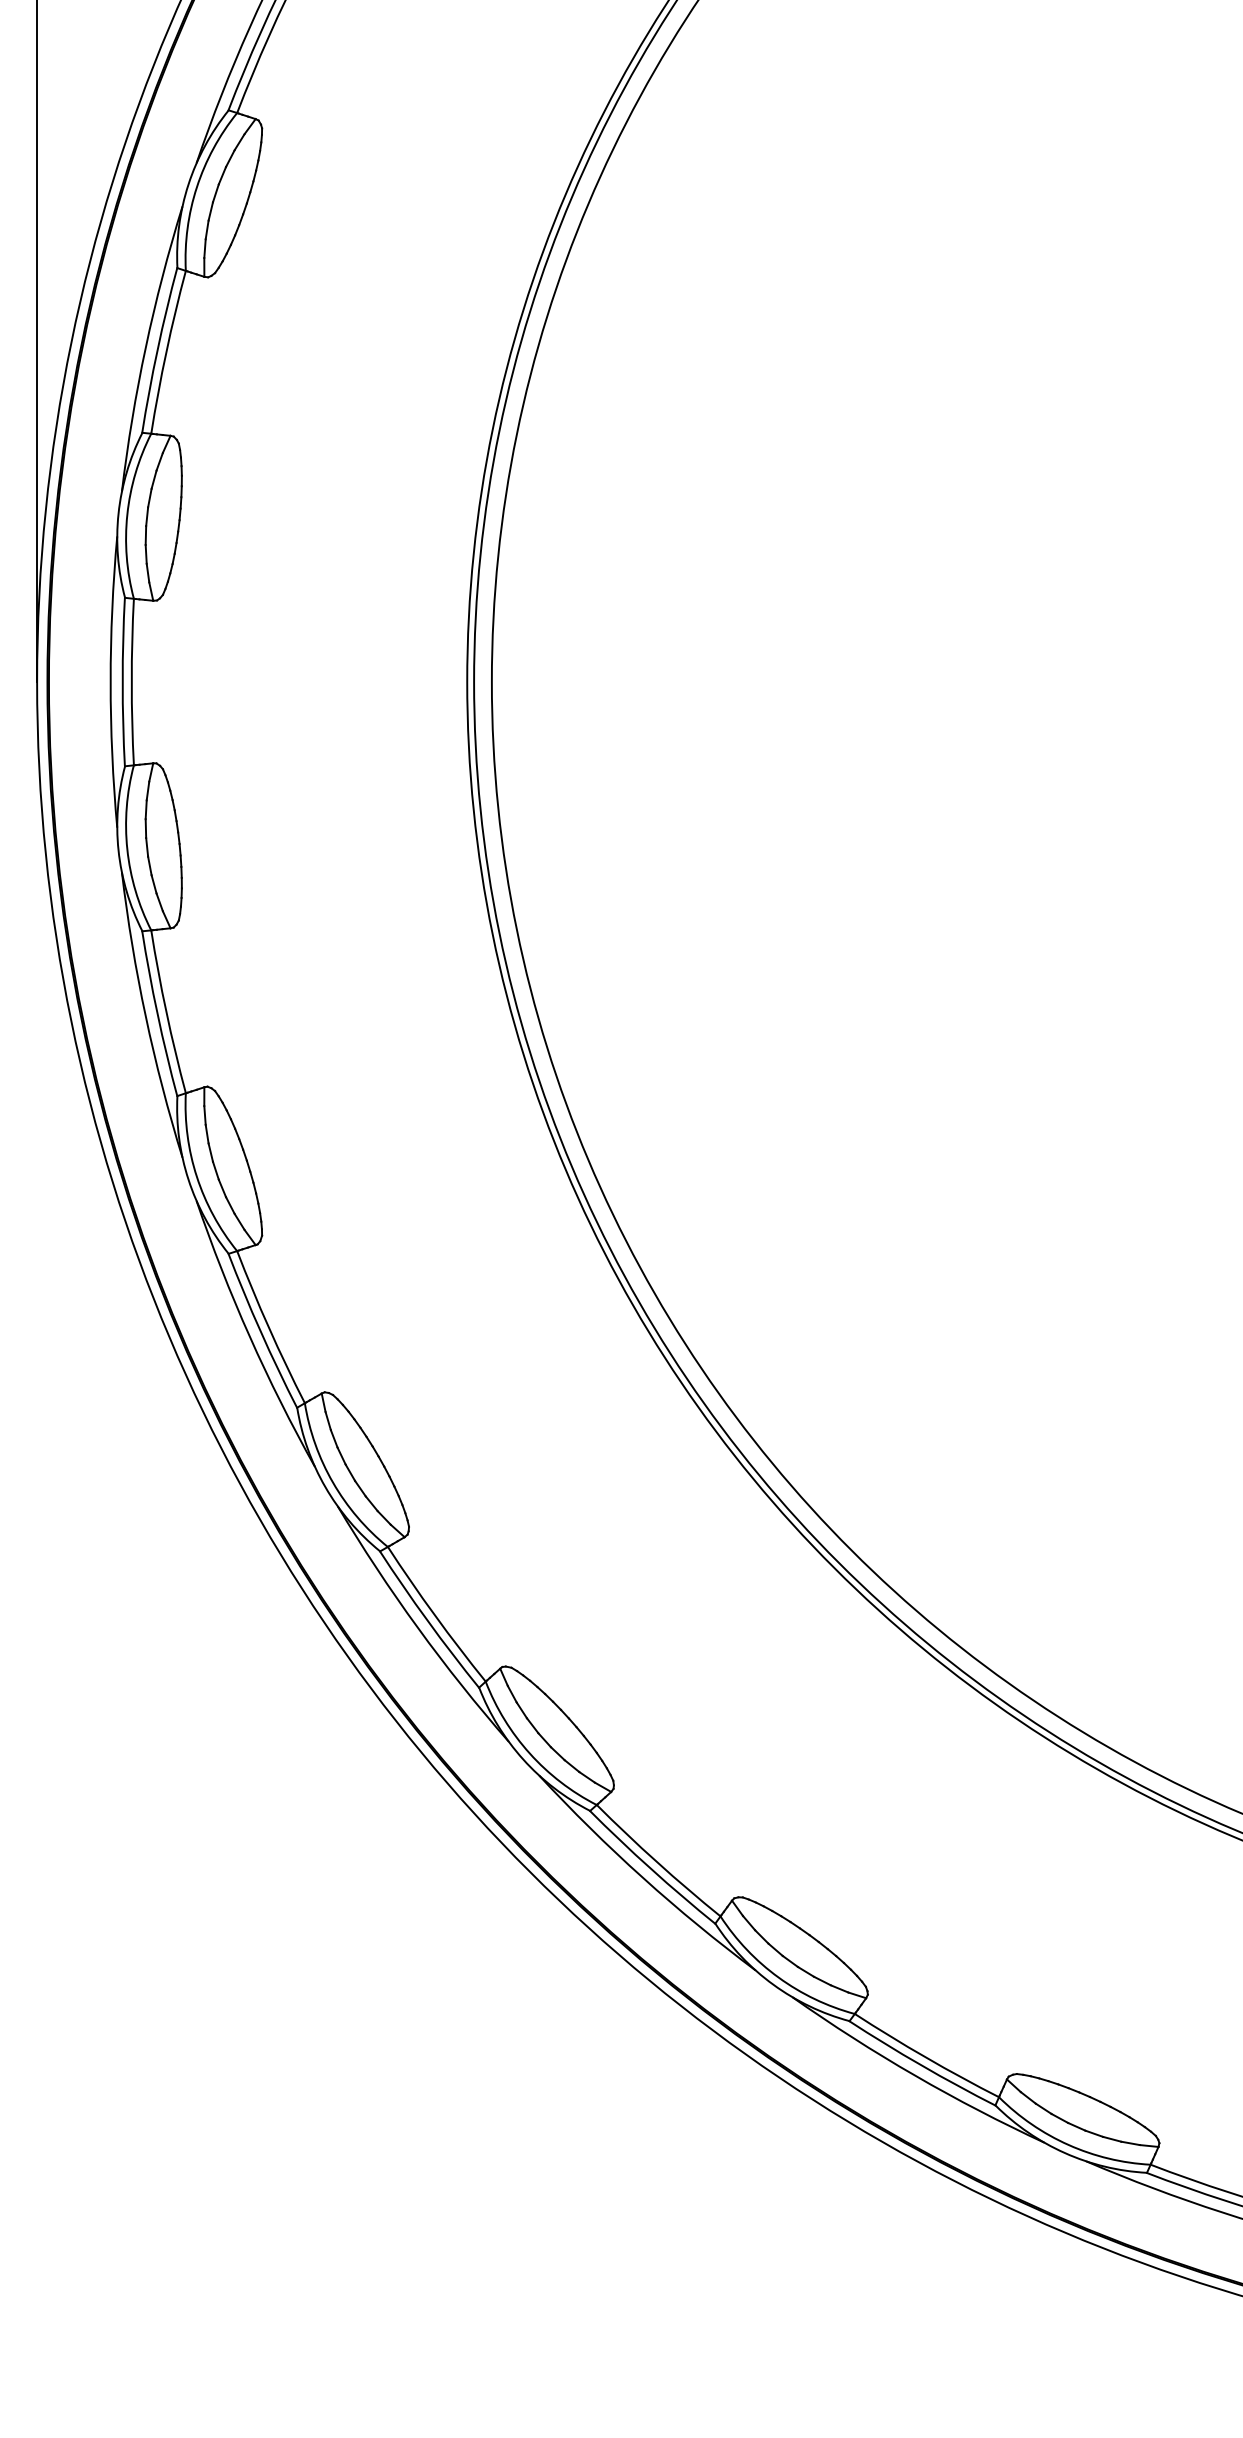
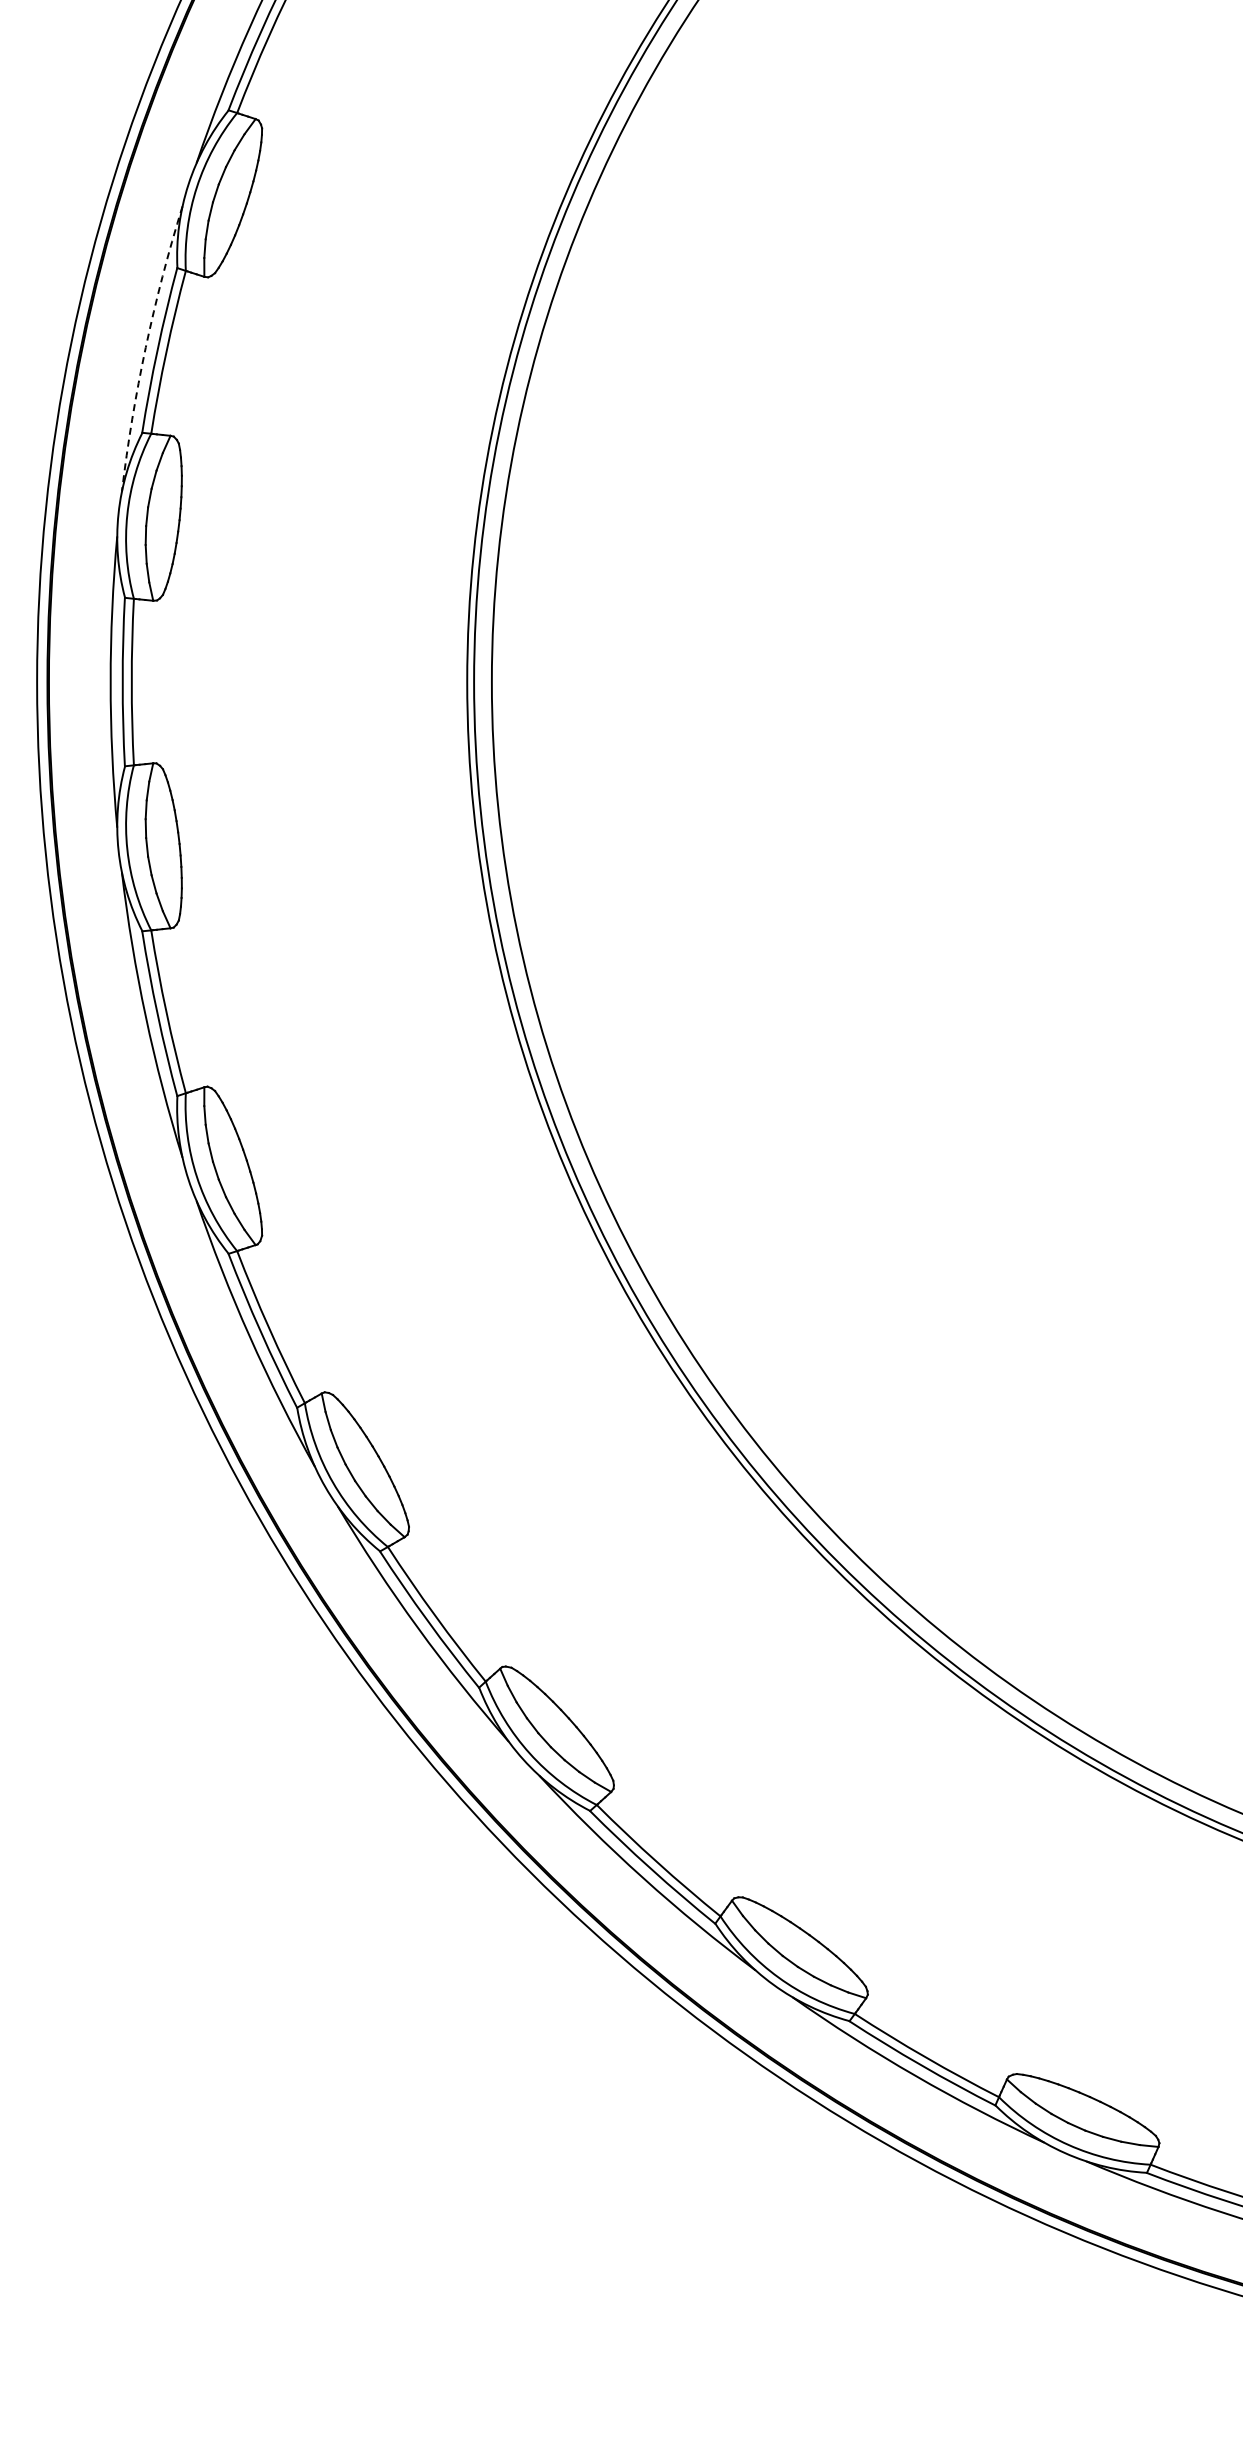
line at (37, 342): present -> none
arc at (145, 347): solid -> dashed
